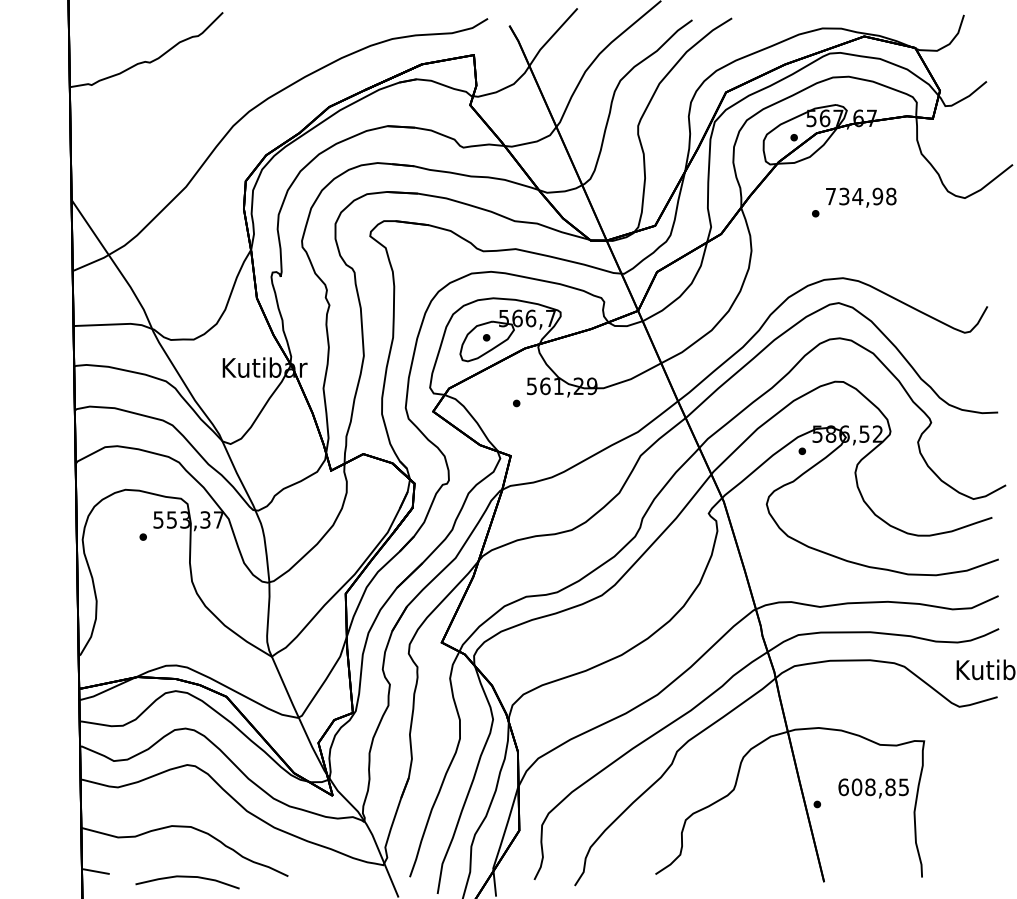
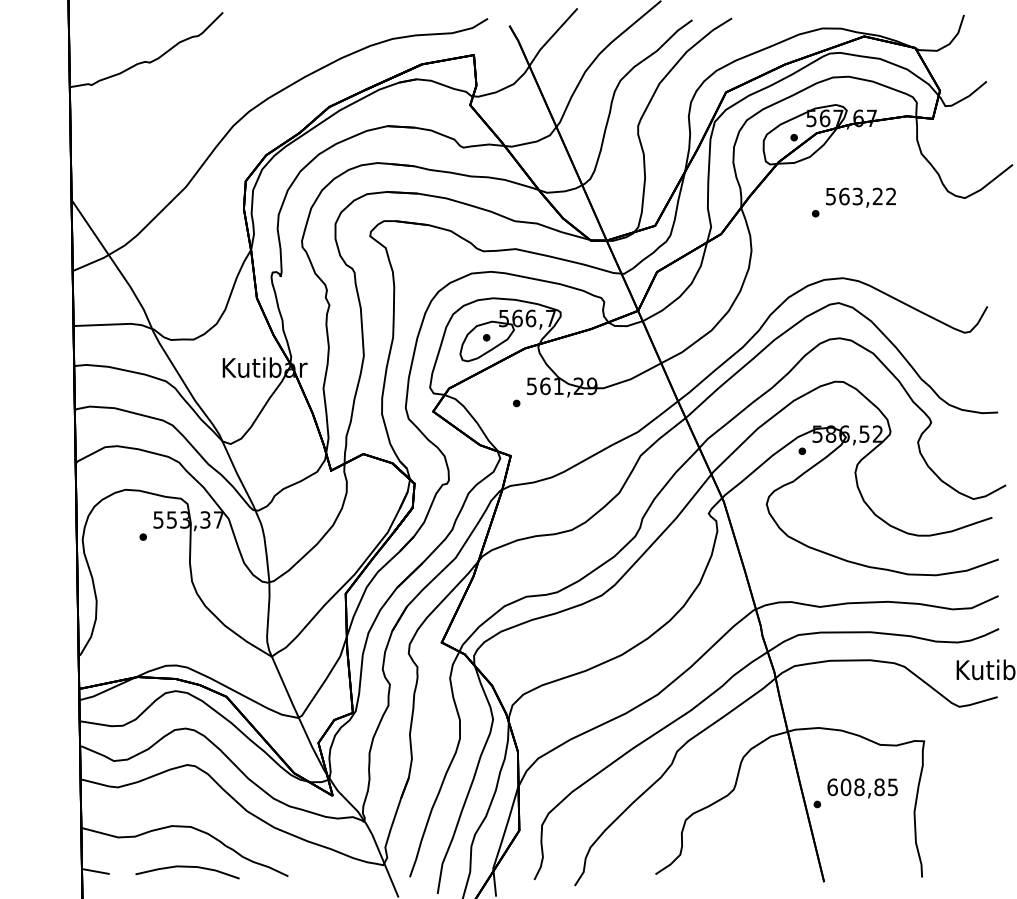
text at (861, 196): 734,98 -> 563,22
text at (873, 788) position: (873, 788) -> (862, 788)
curve at (187, 877) position: (187, 877) -> (187, 867)
